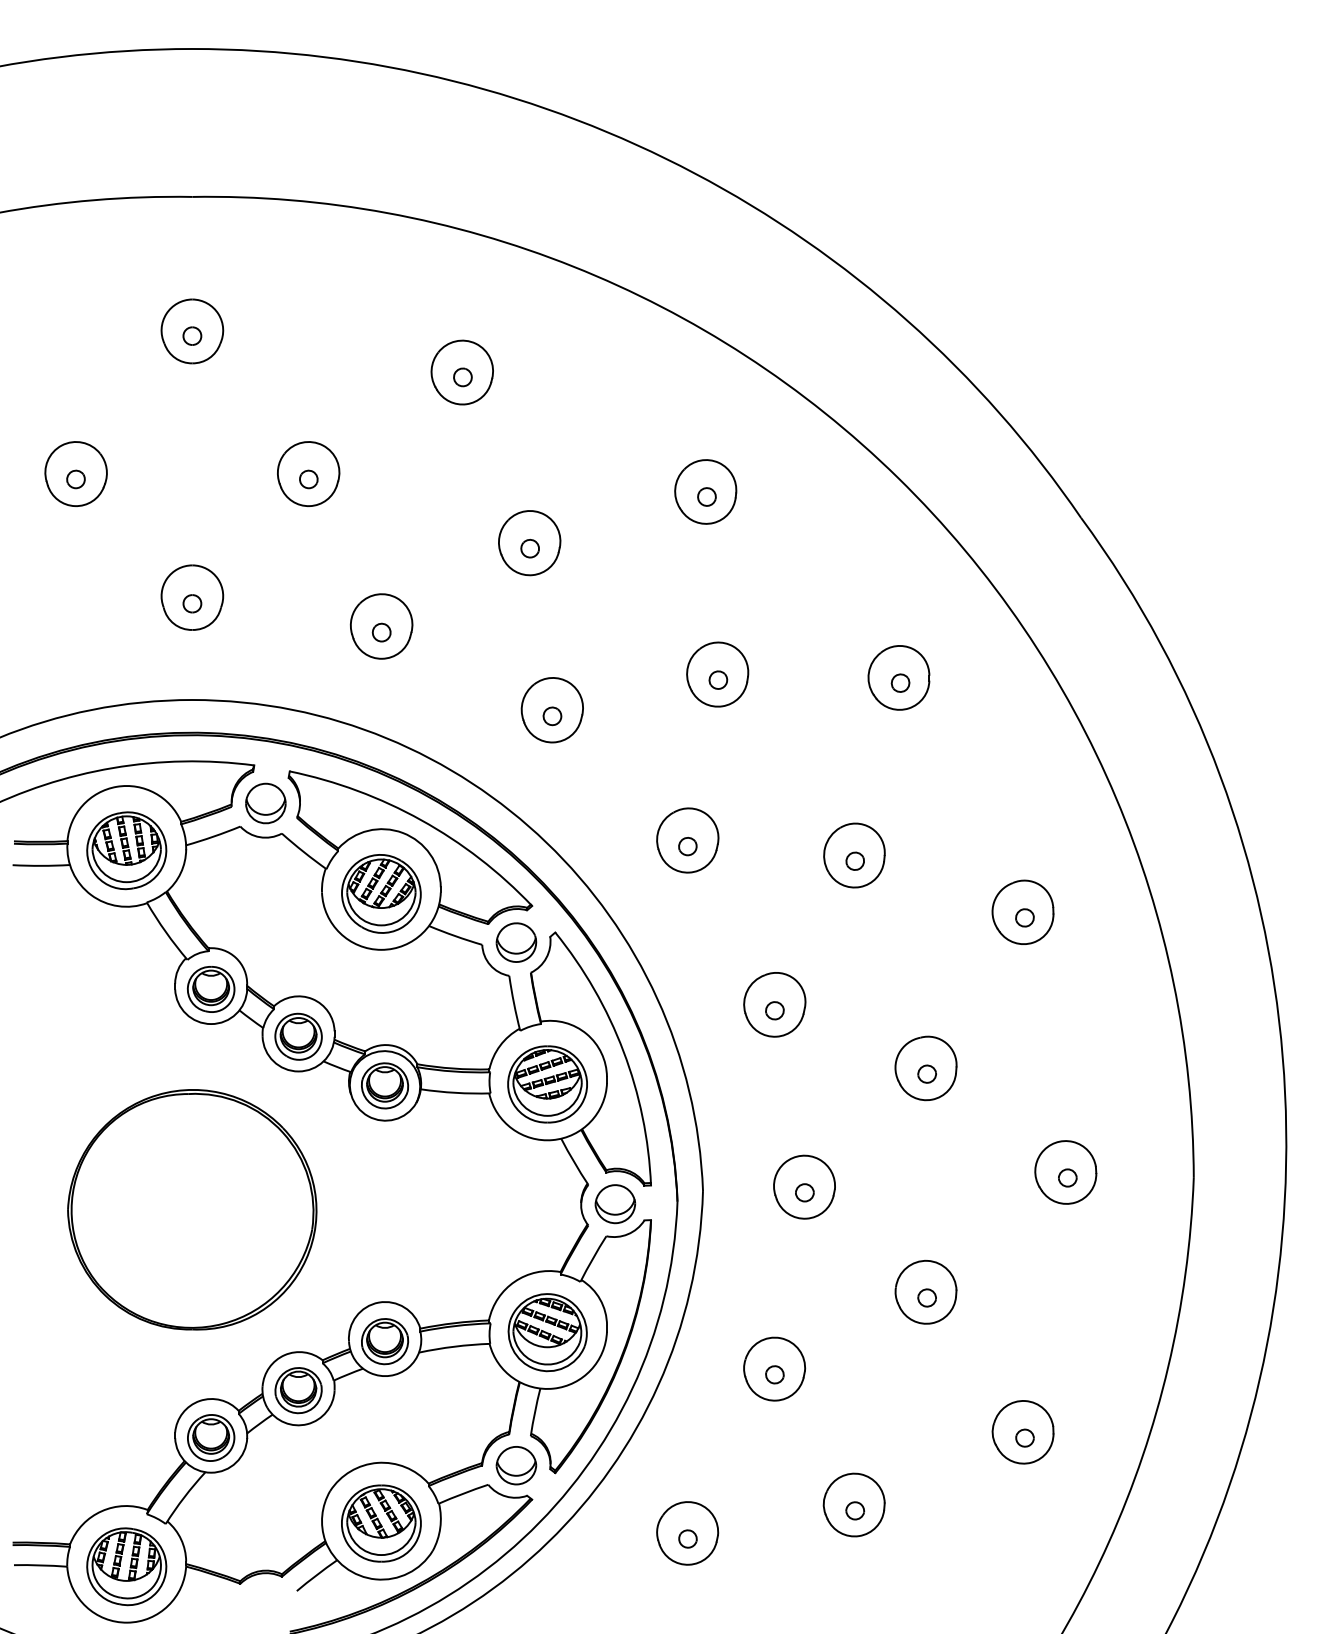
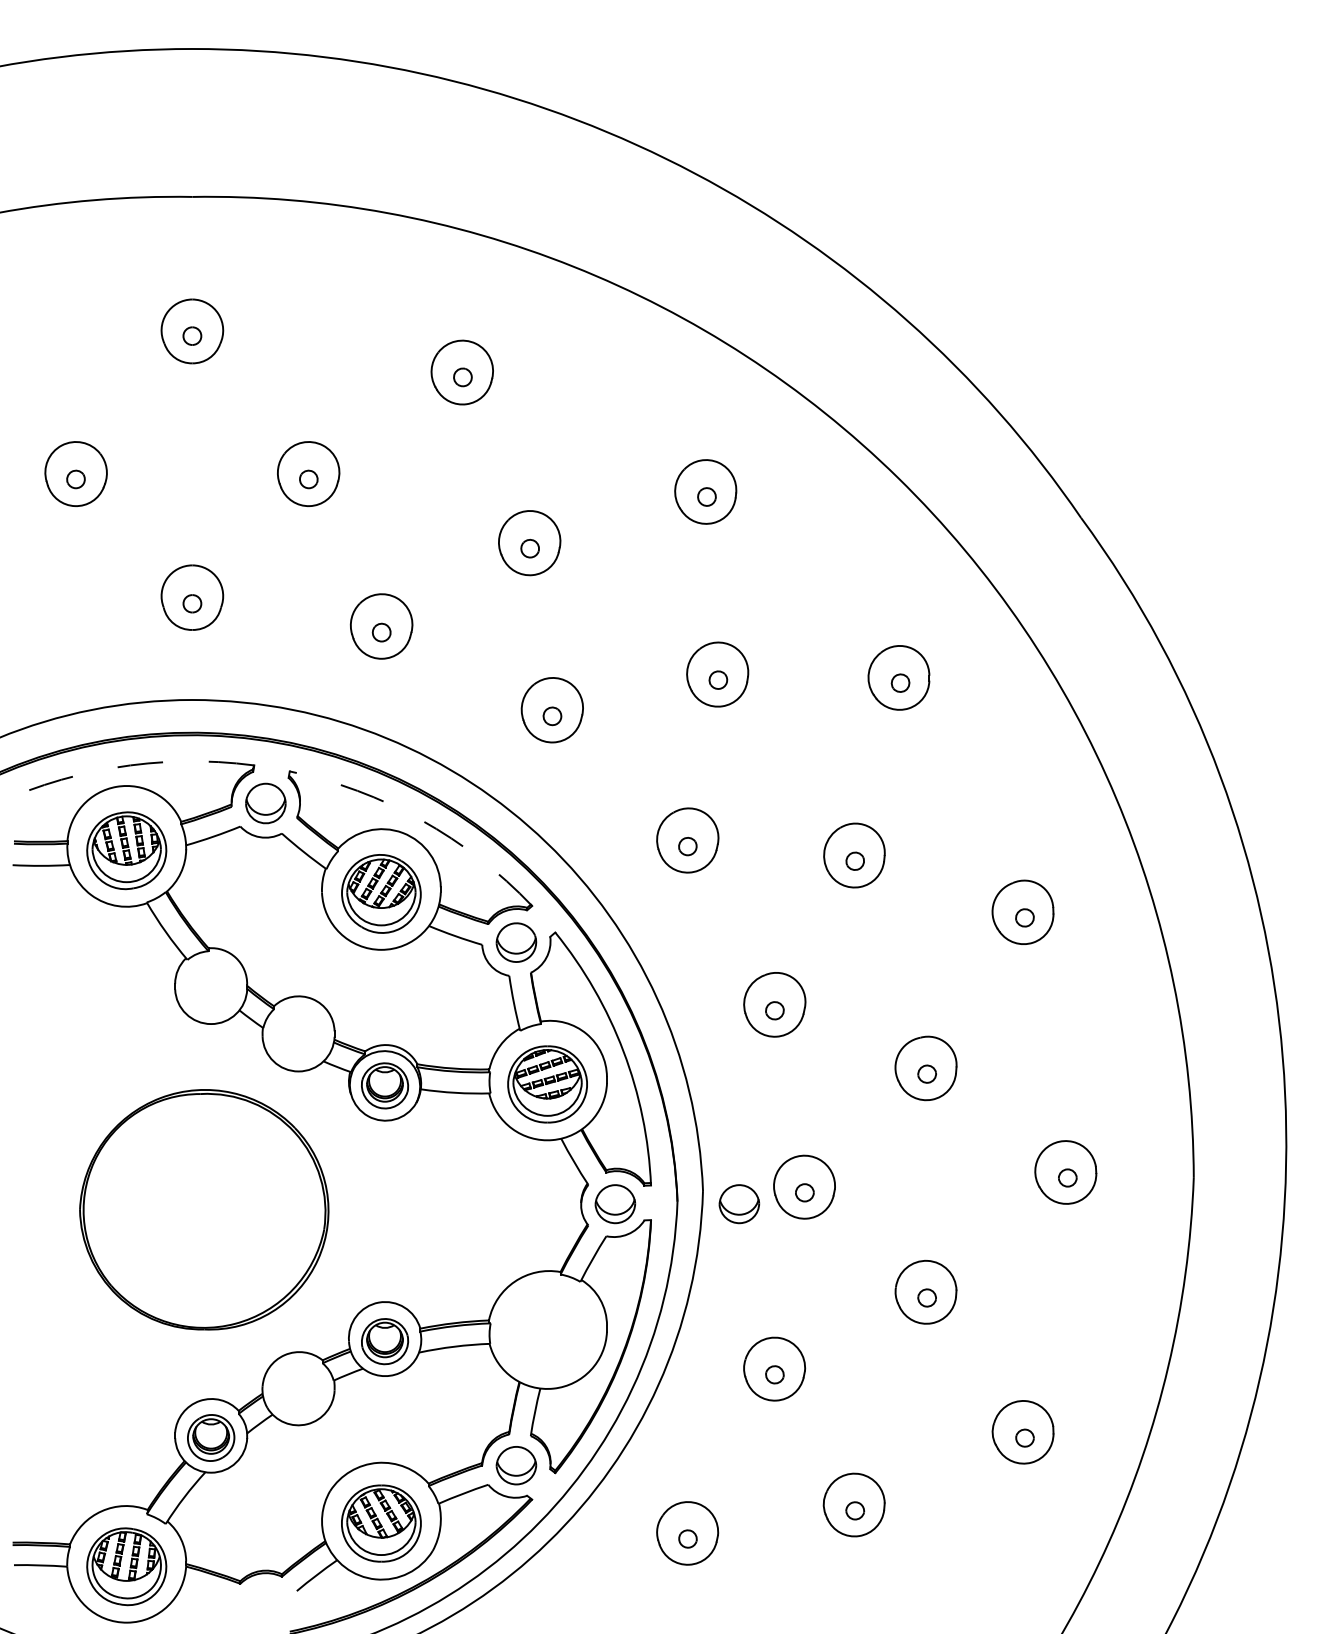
arc at (124, 766): solid -> dashed
arc at (421, 820): solid -> dashed
part at (210, 989): present -> none
part at (298, 1036): present -> none
part at (739, 1204): none -> present
part at (192, 1209) position: (192, 1209) -> (204, 1209)
part at (547, 1332): present -> none
part at (298, 1390): present -> none
